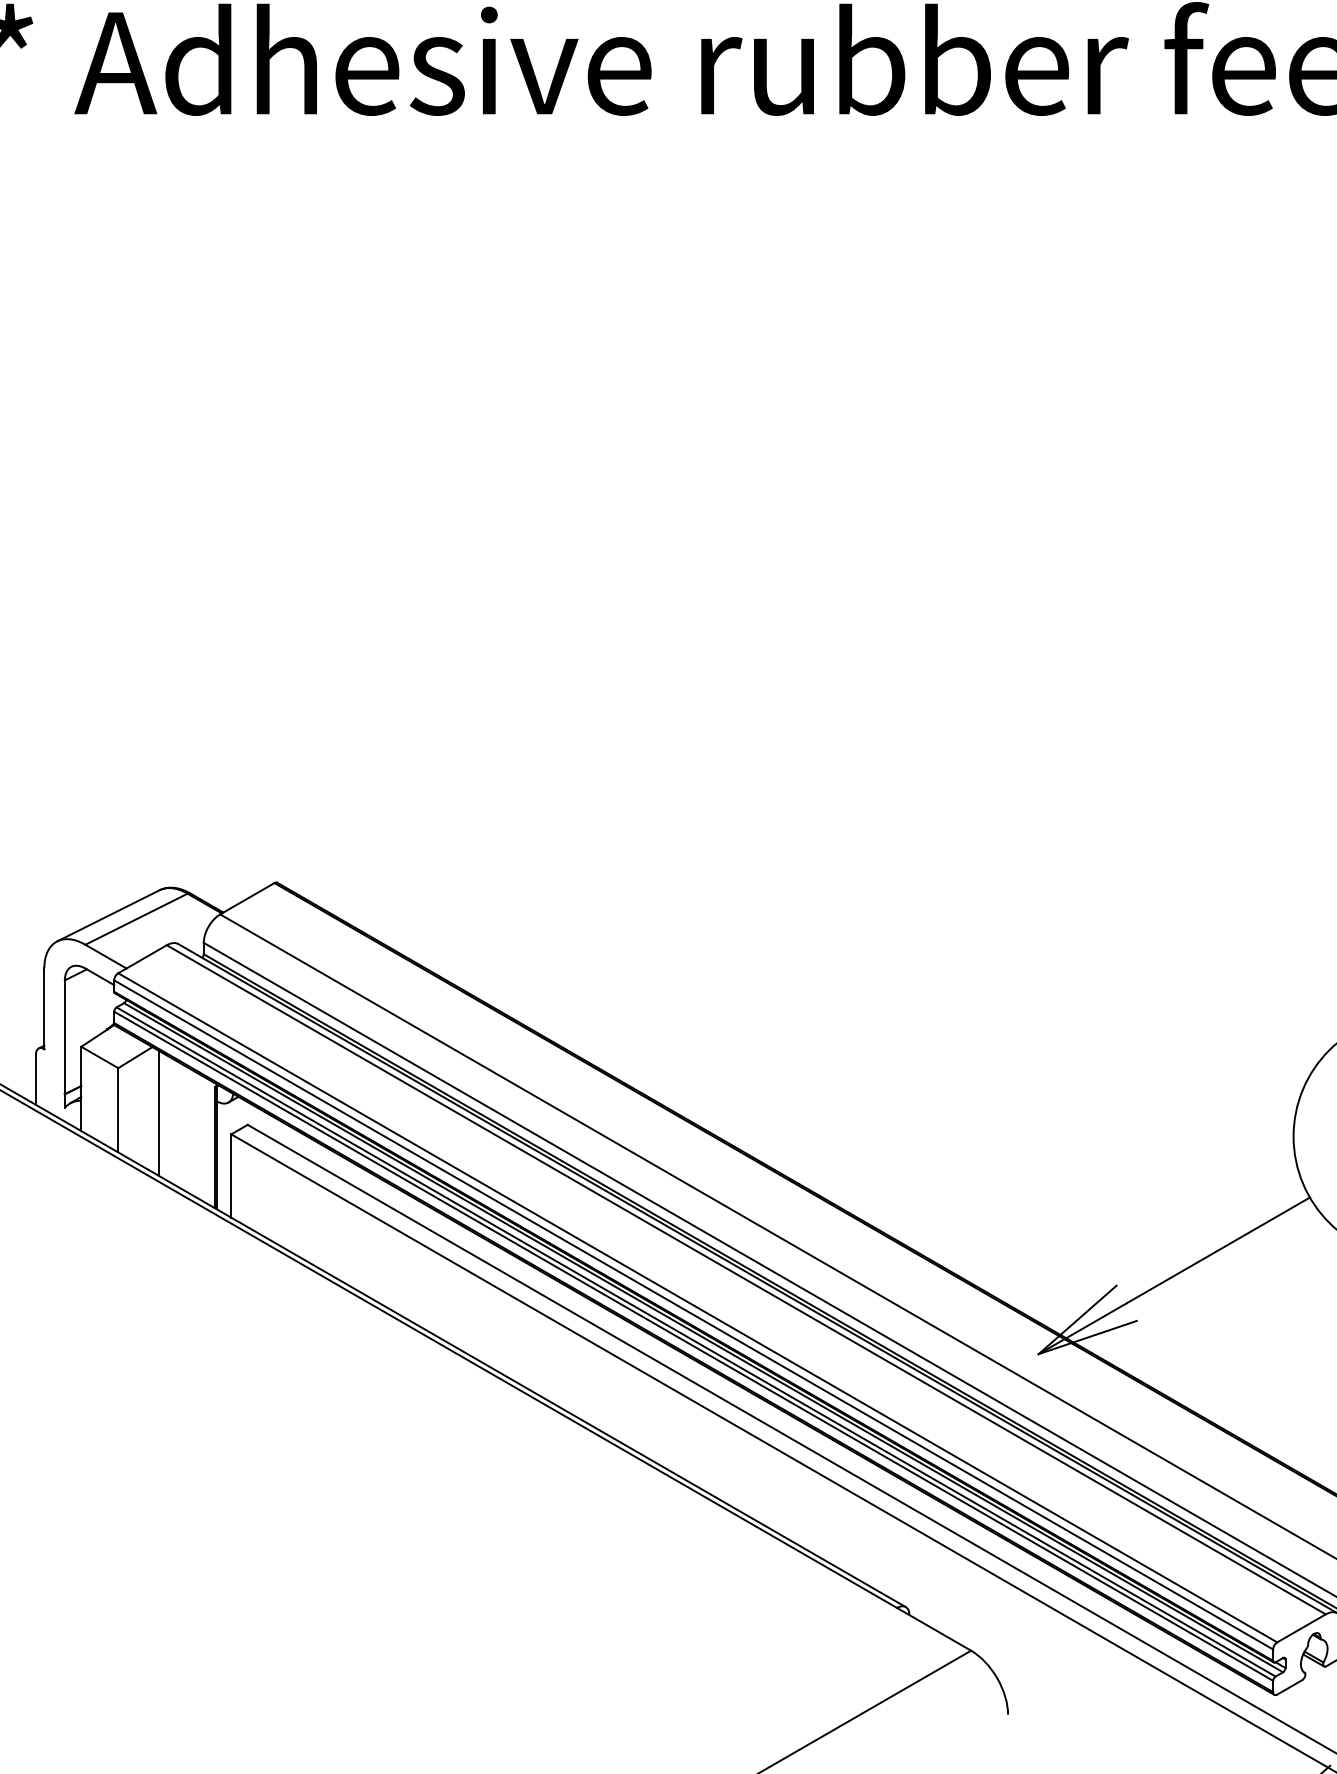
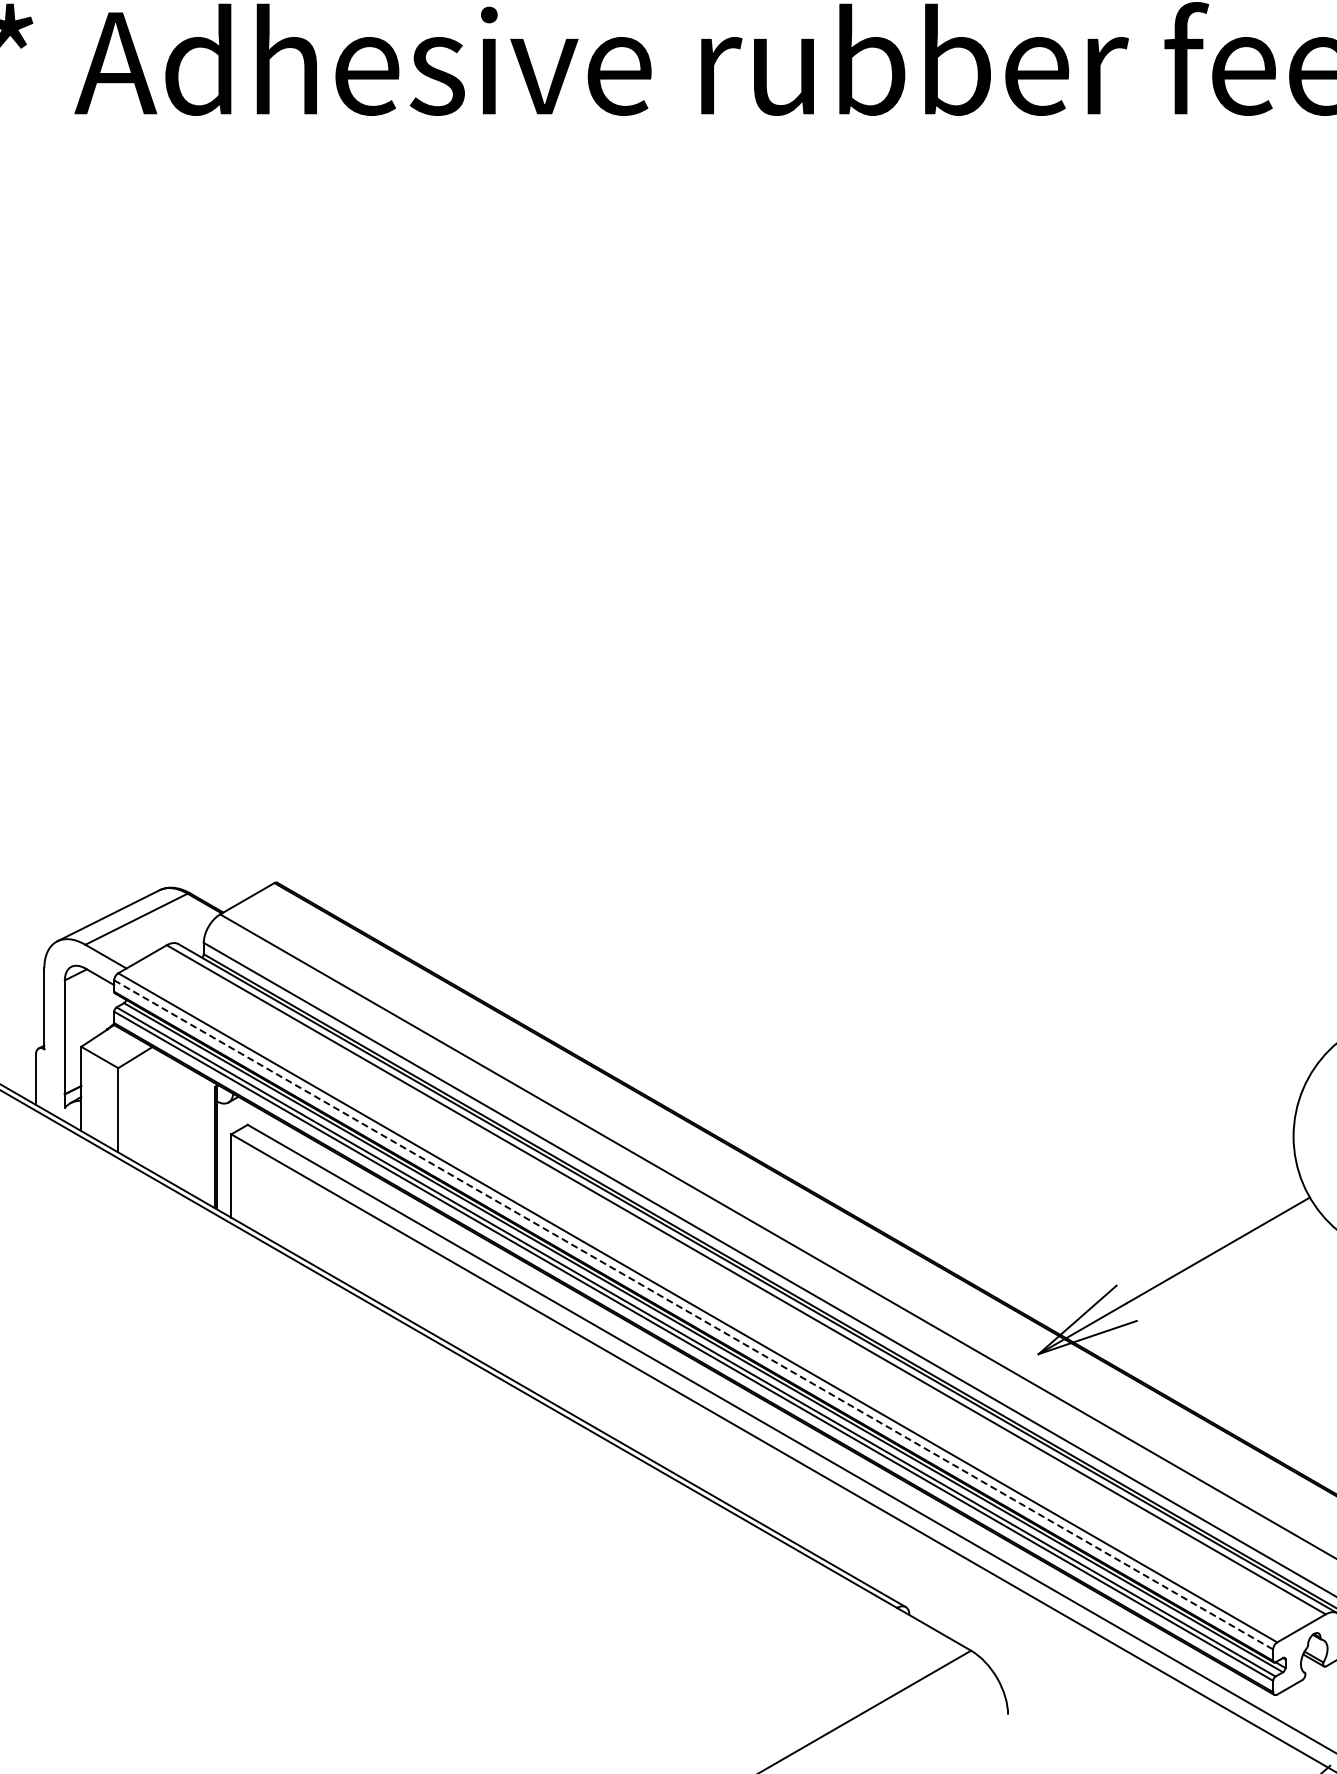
line at (159, 1113): present -> none
line at (694, 1315): solid -> dashed
